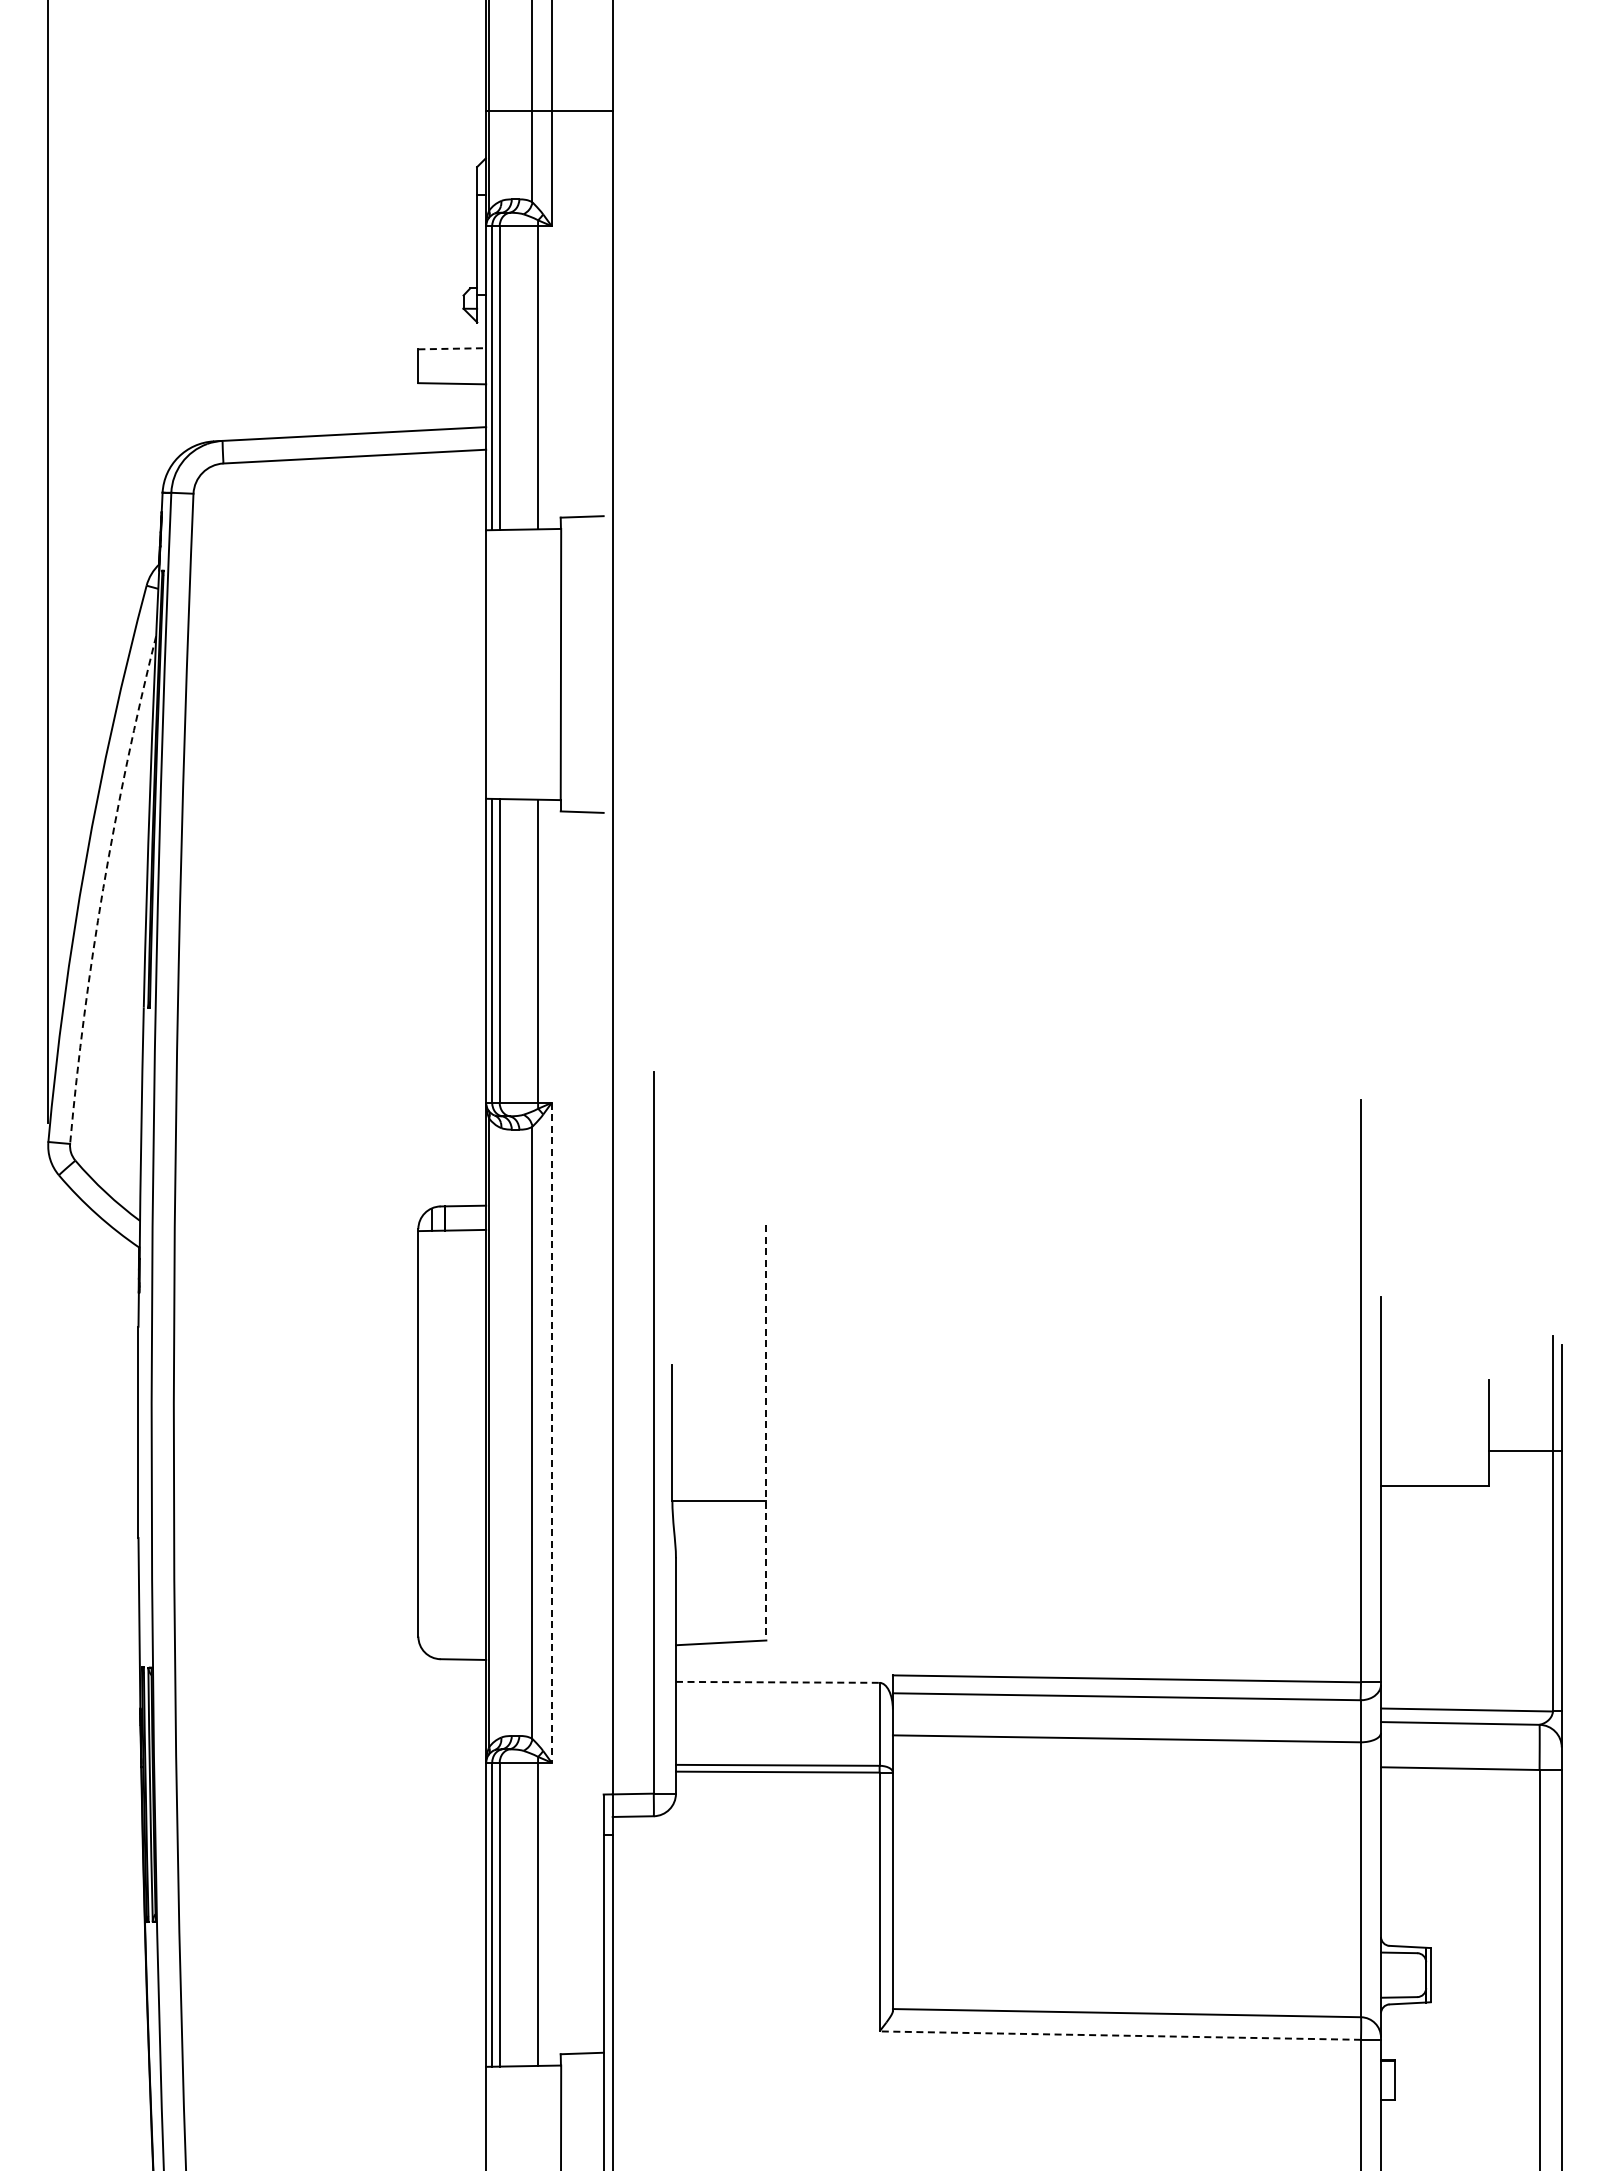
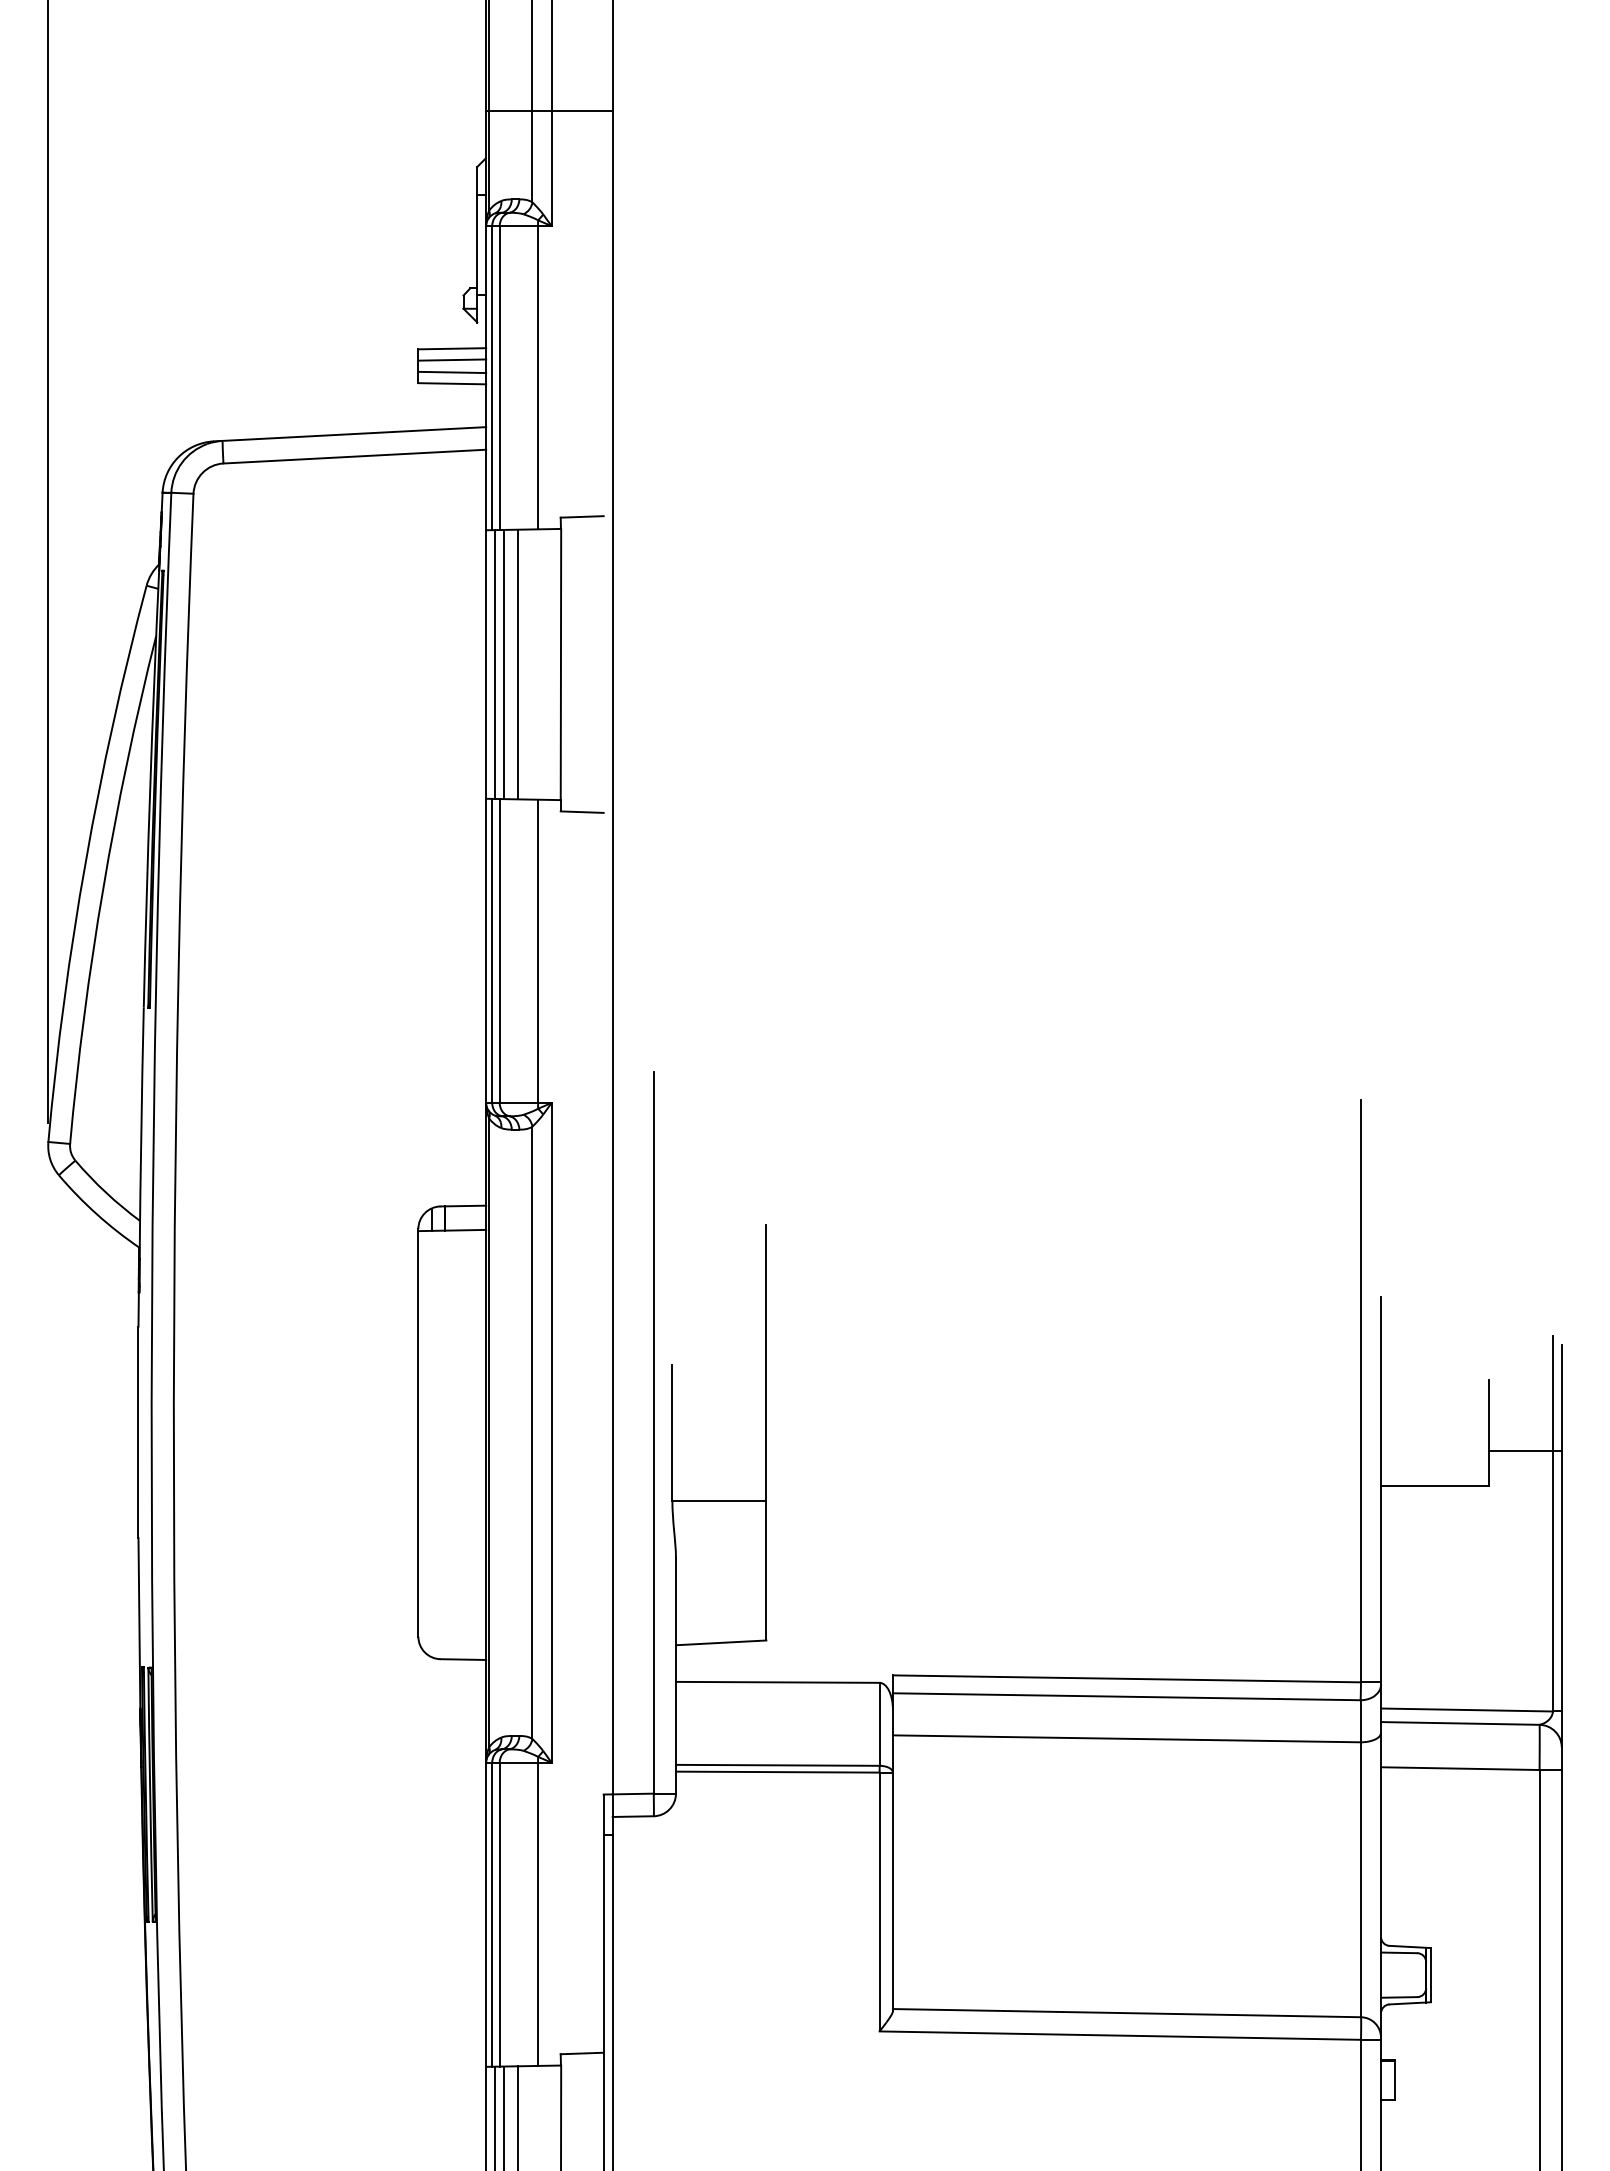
line at (452, 348): dashed -> solid
line at (452, 359): none -> present
line at (452, 372): none -> present
line at (495, 664): none -> present
line at (504, 664): none -> present
line at (517, 664): none -> present
arc at (103, 888): dashed -> solid
line at (551, 1432): dashed -> solid
line at (766, 1432): dashed -> solid
line at (777, 1682): dashed -> solid
line at (1120, 2035): dashed -> solid
line at (495, 2116): none -> present
line at (504, 2116): none -> present
line at (517, 2116): none -> present
